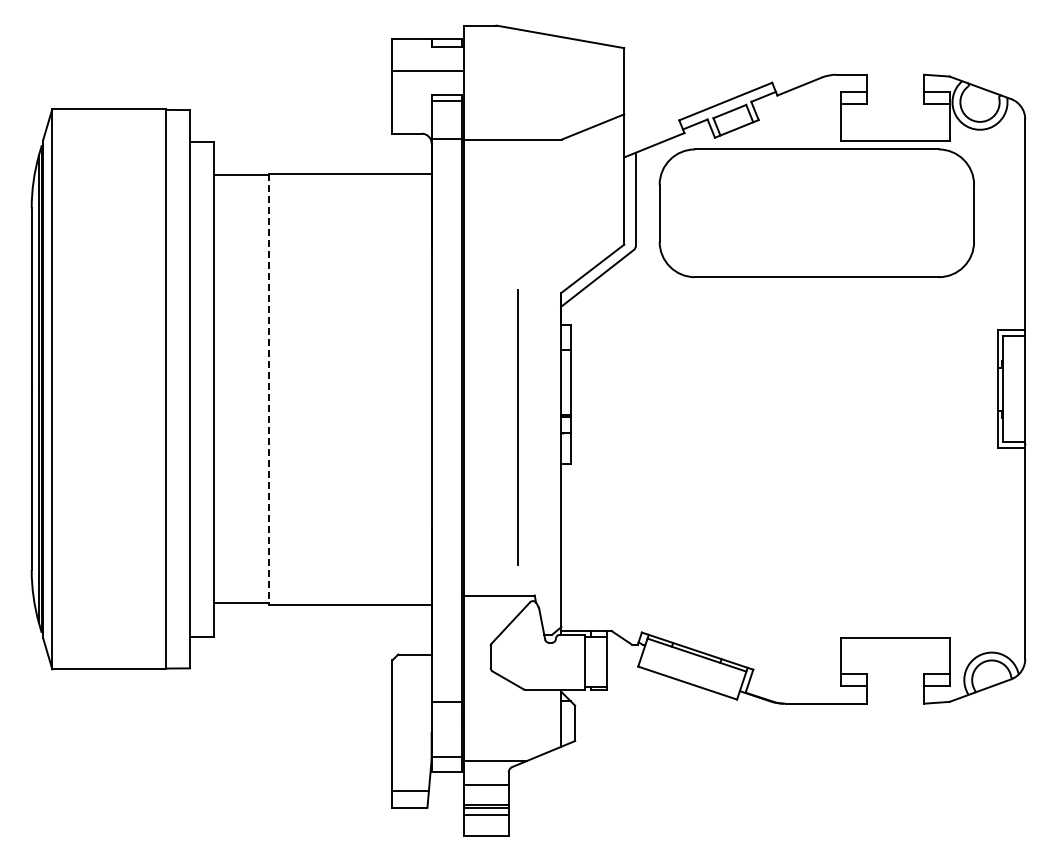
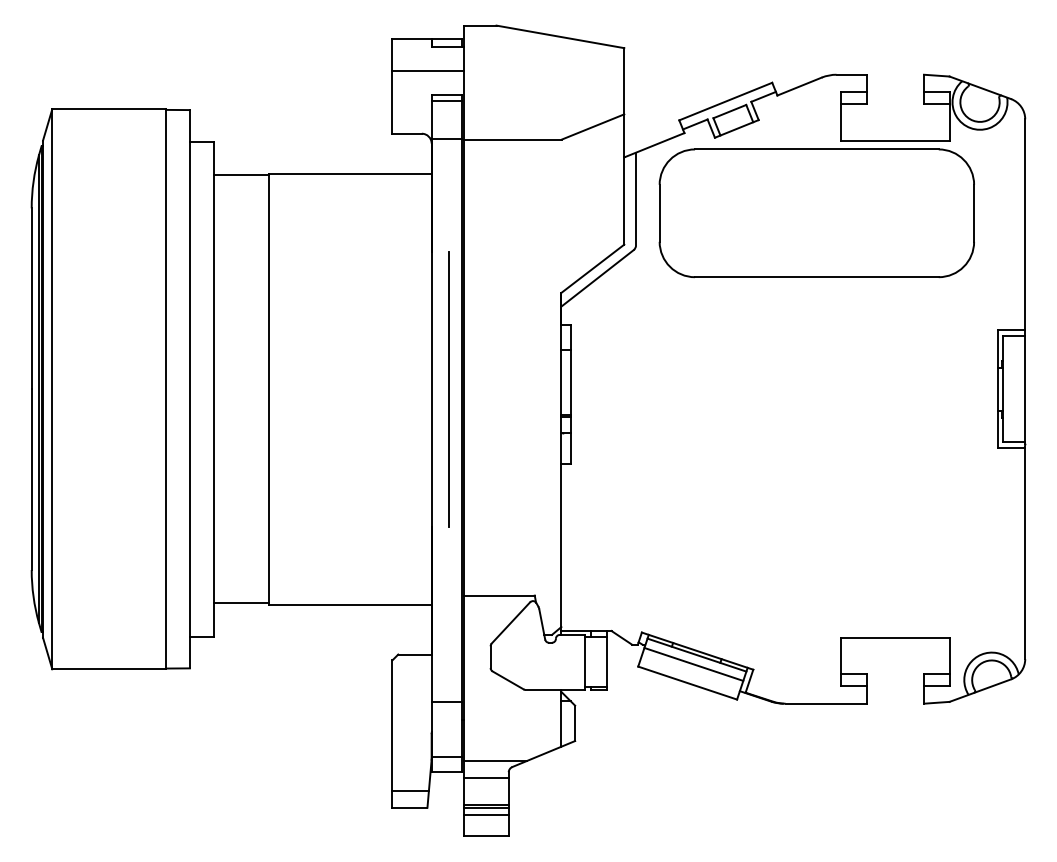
line at (268, 389): dashed -> solid
line at (517, 427) position: (517, 427) -> (448, 389)
line at (693, 663): none -> present
line at (485, 785) position: (485, 785) -> (485, 778)
